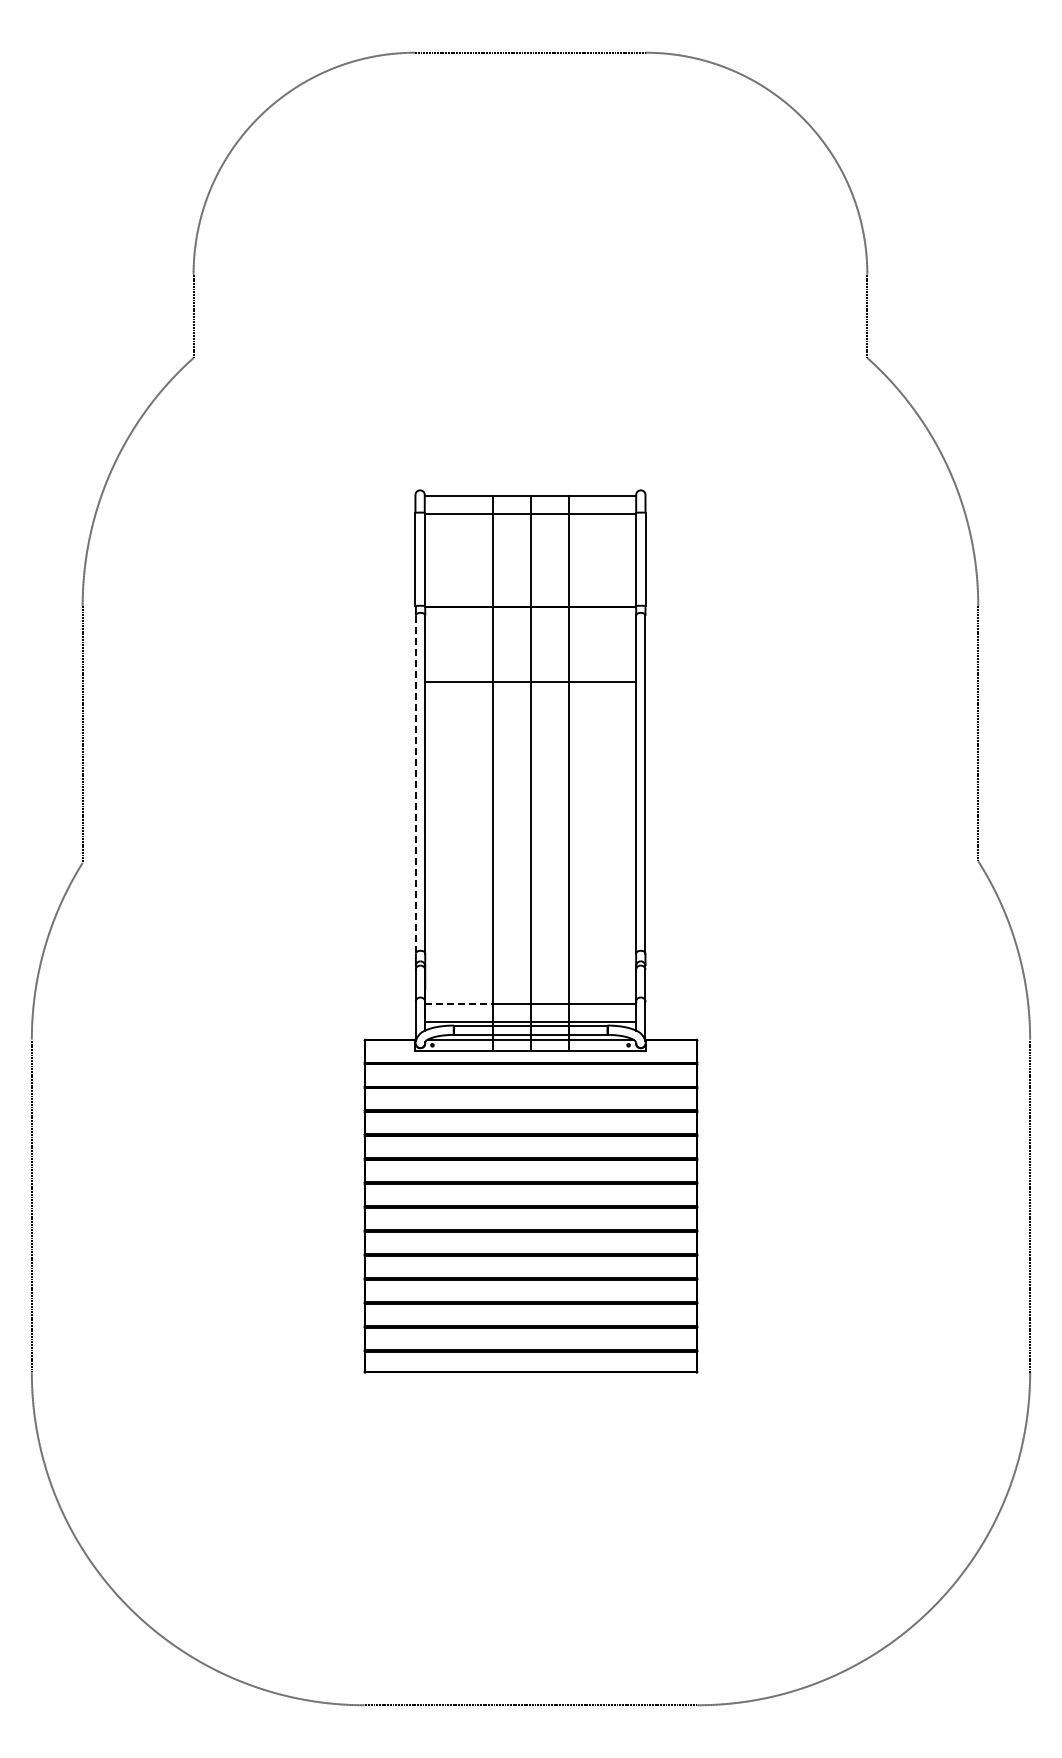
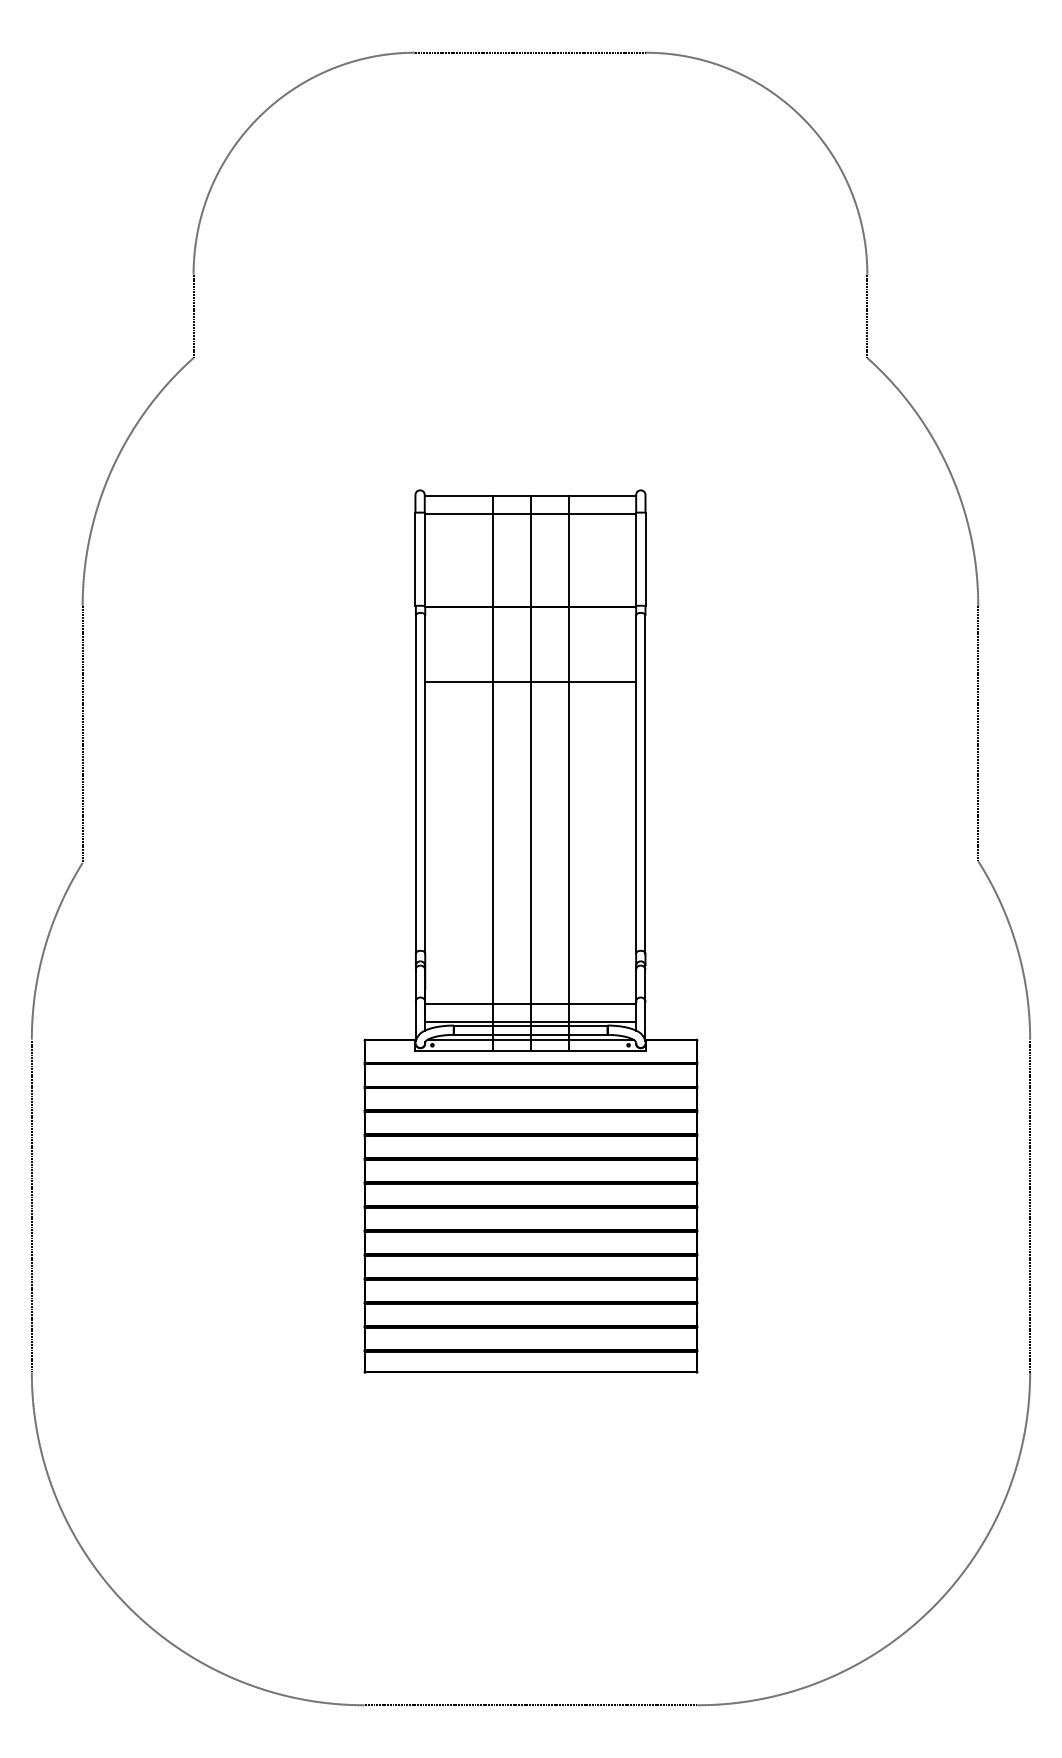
line at (415, 784): dashed -> solid
line at (459, 1003): dashed -> solid
